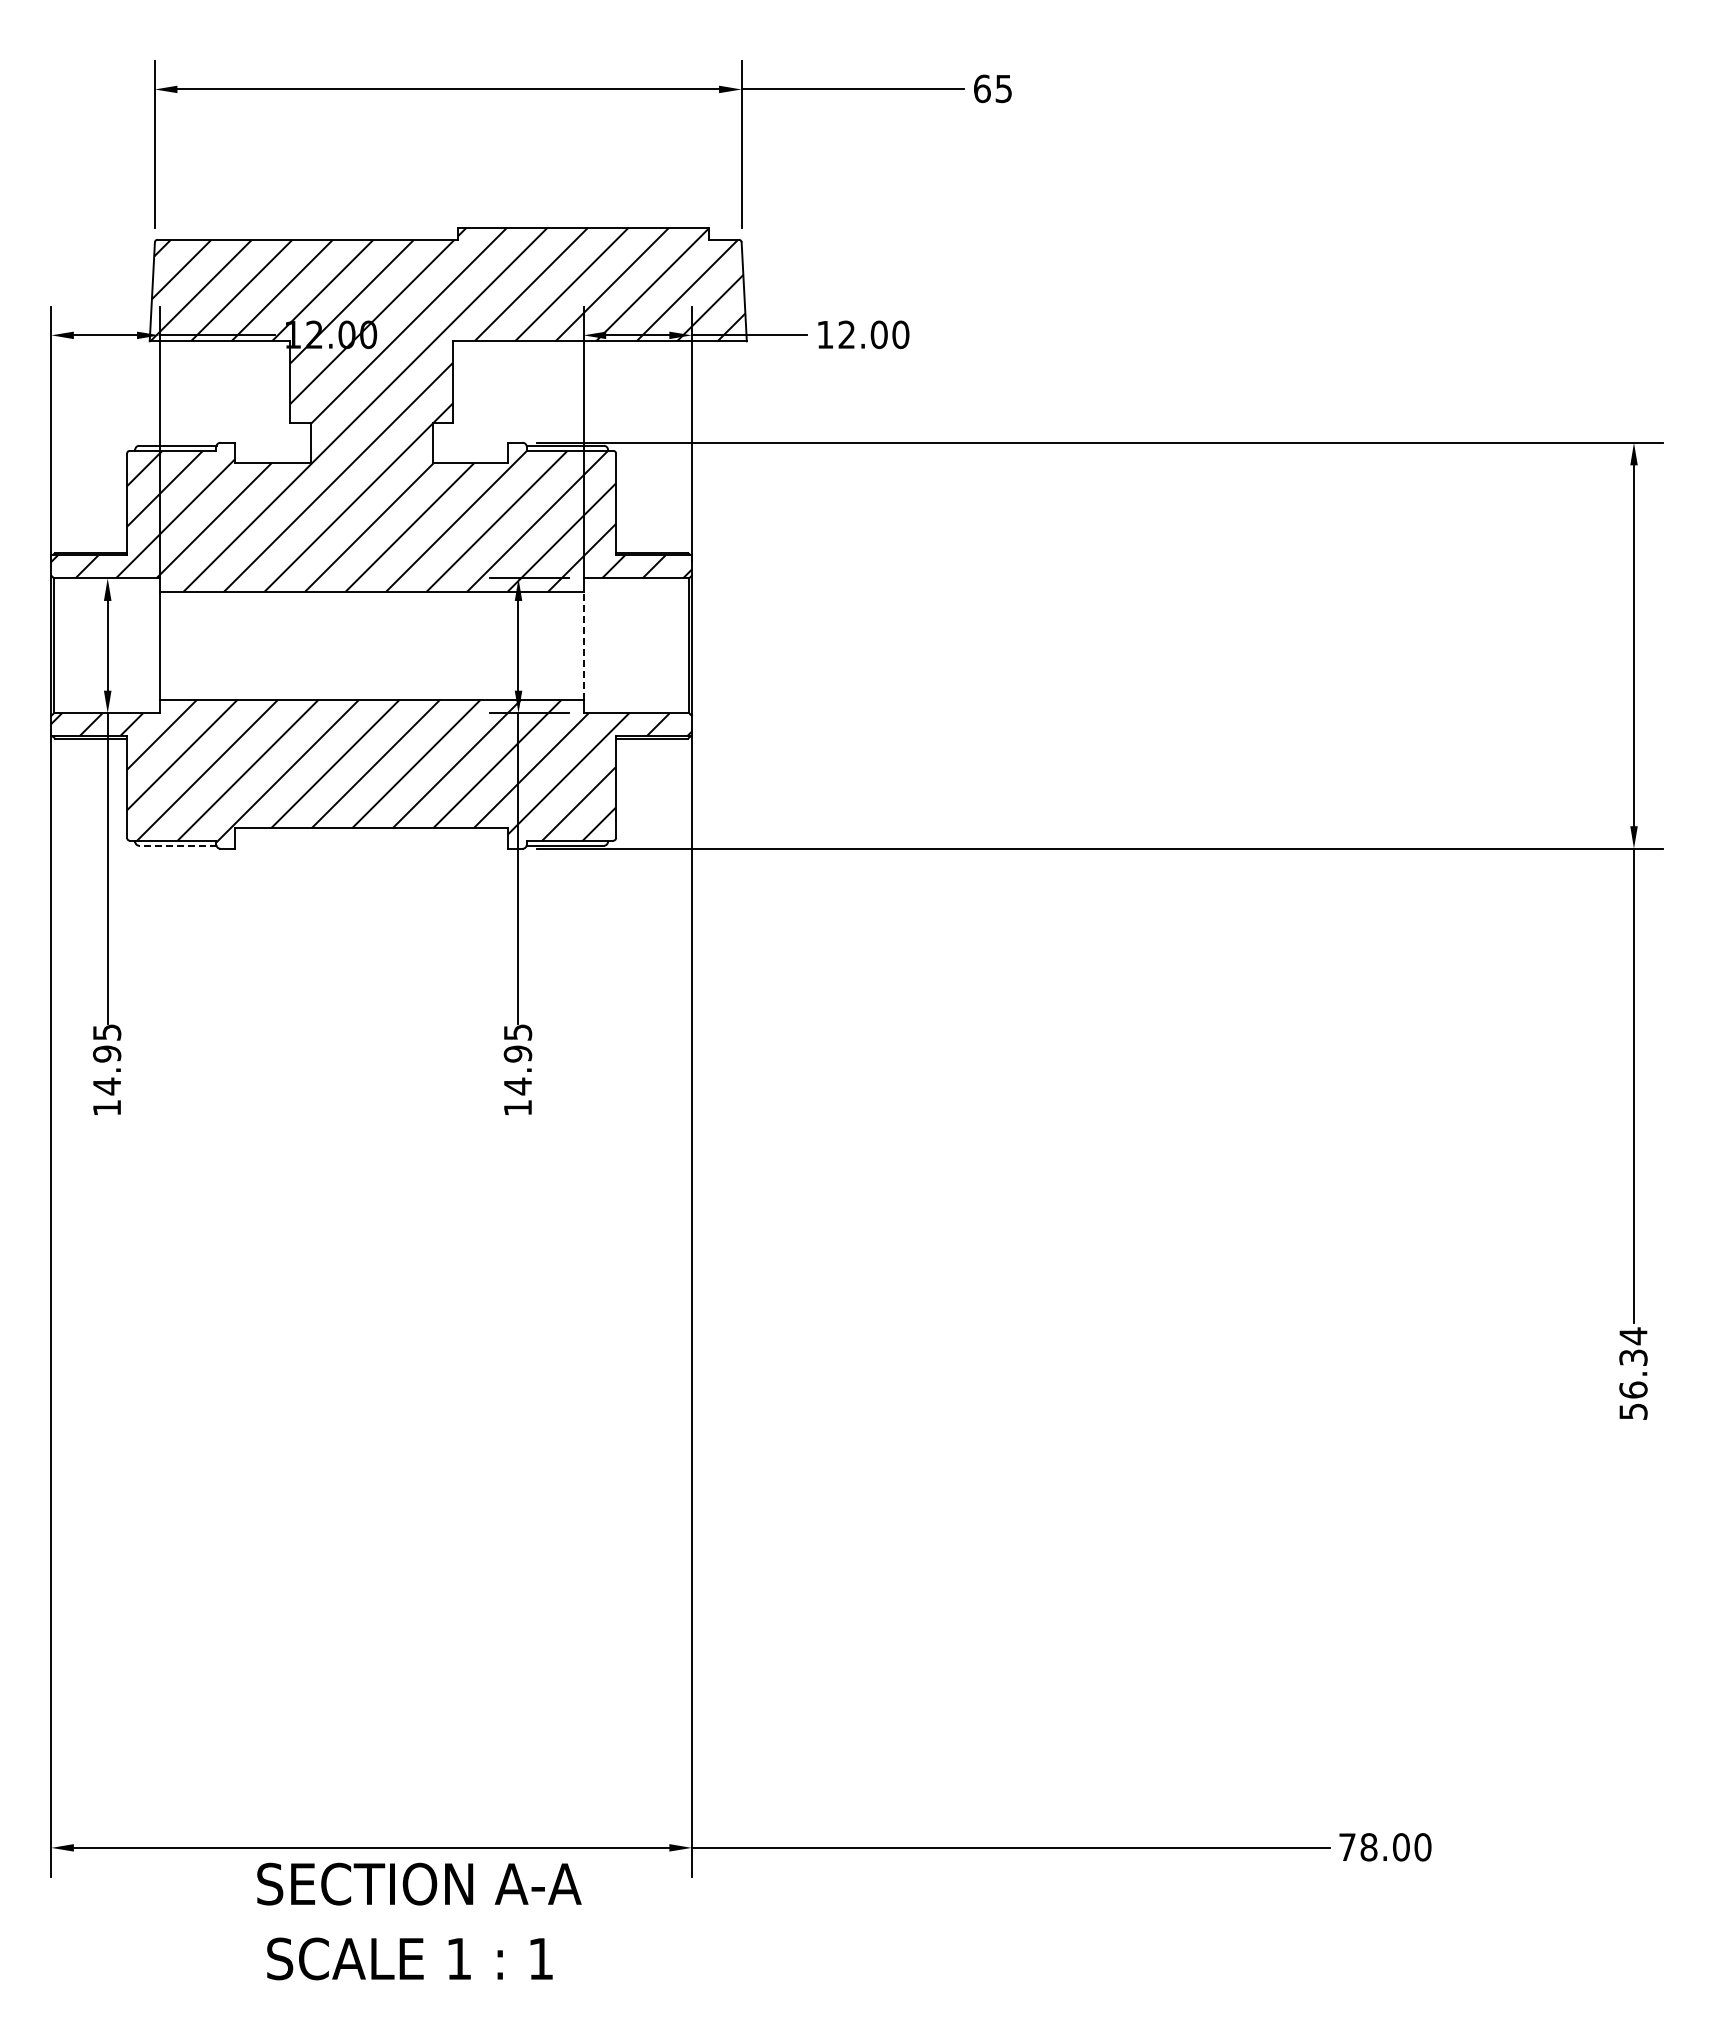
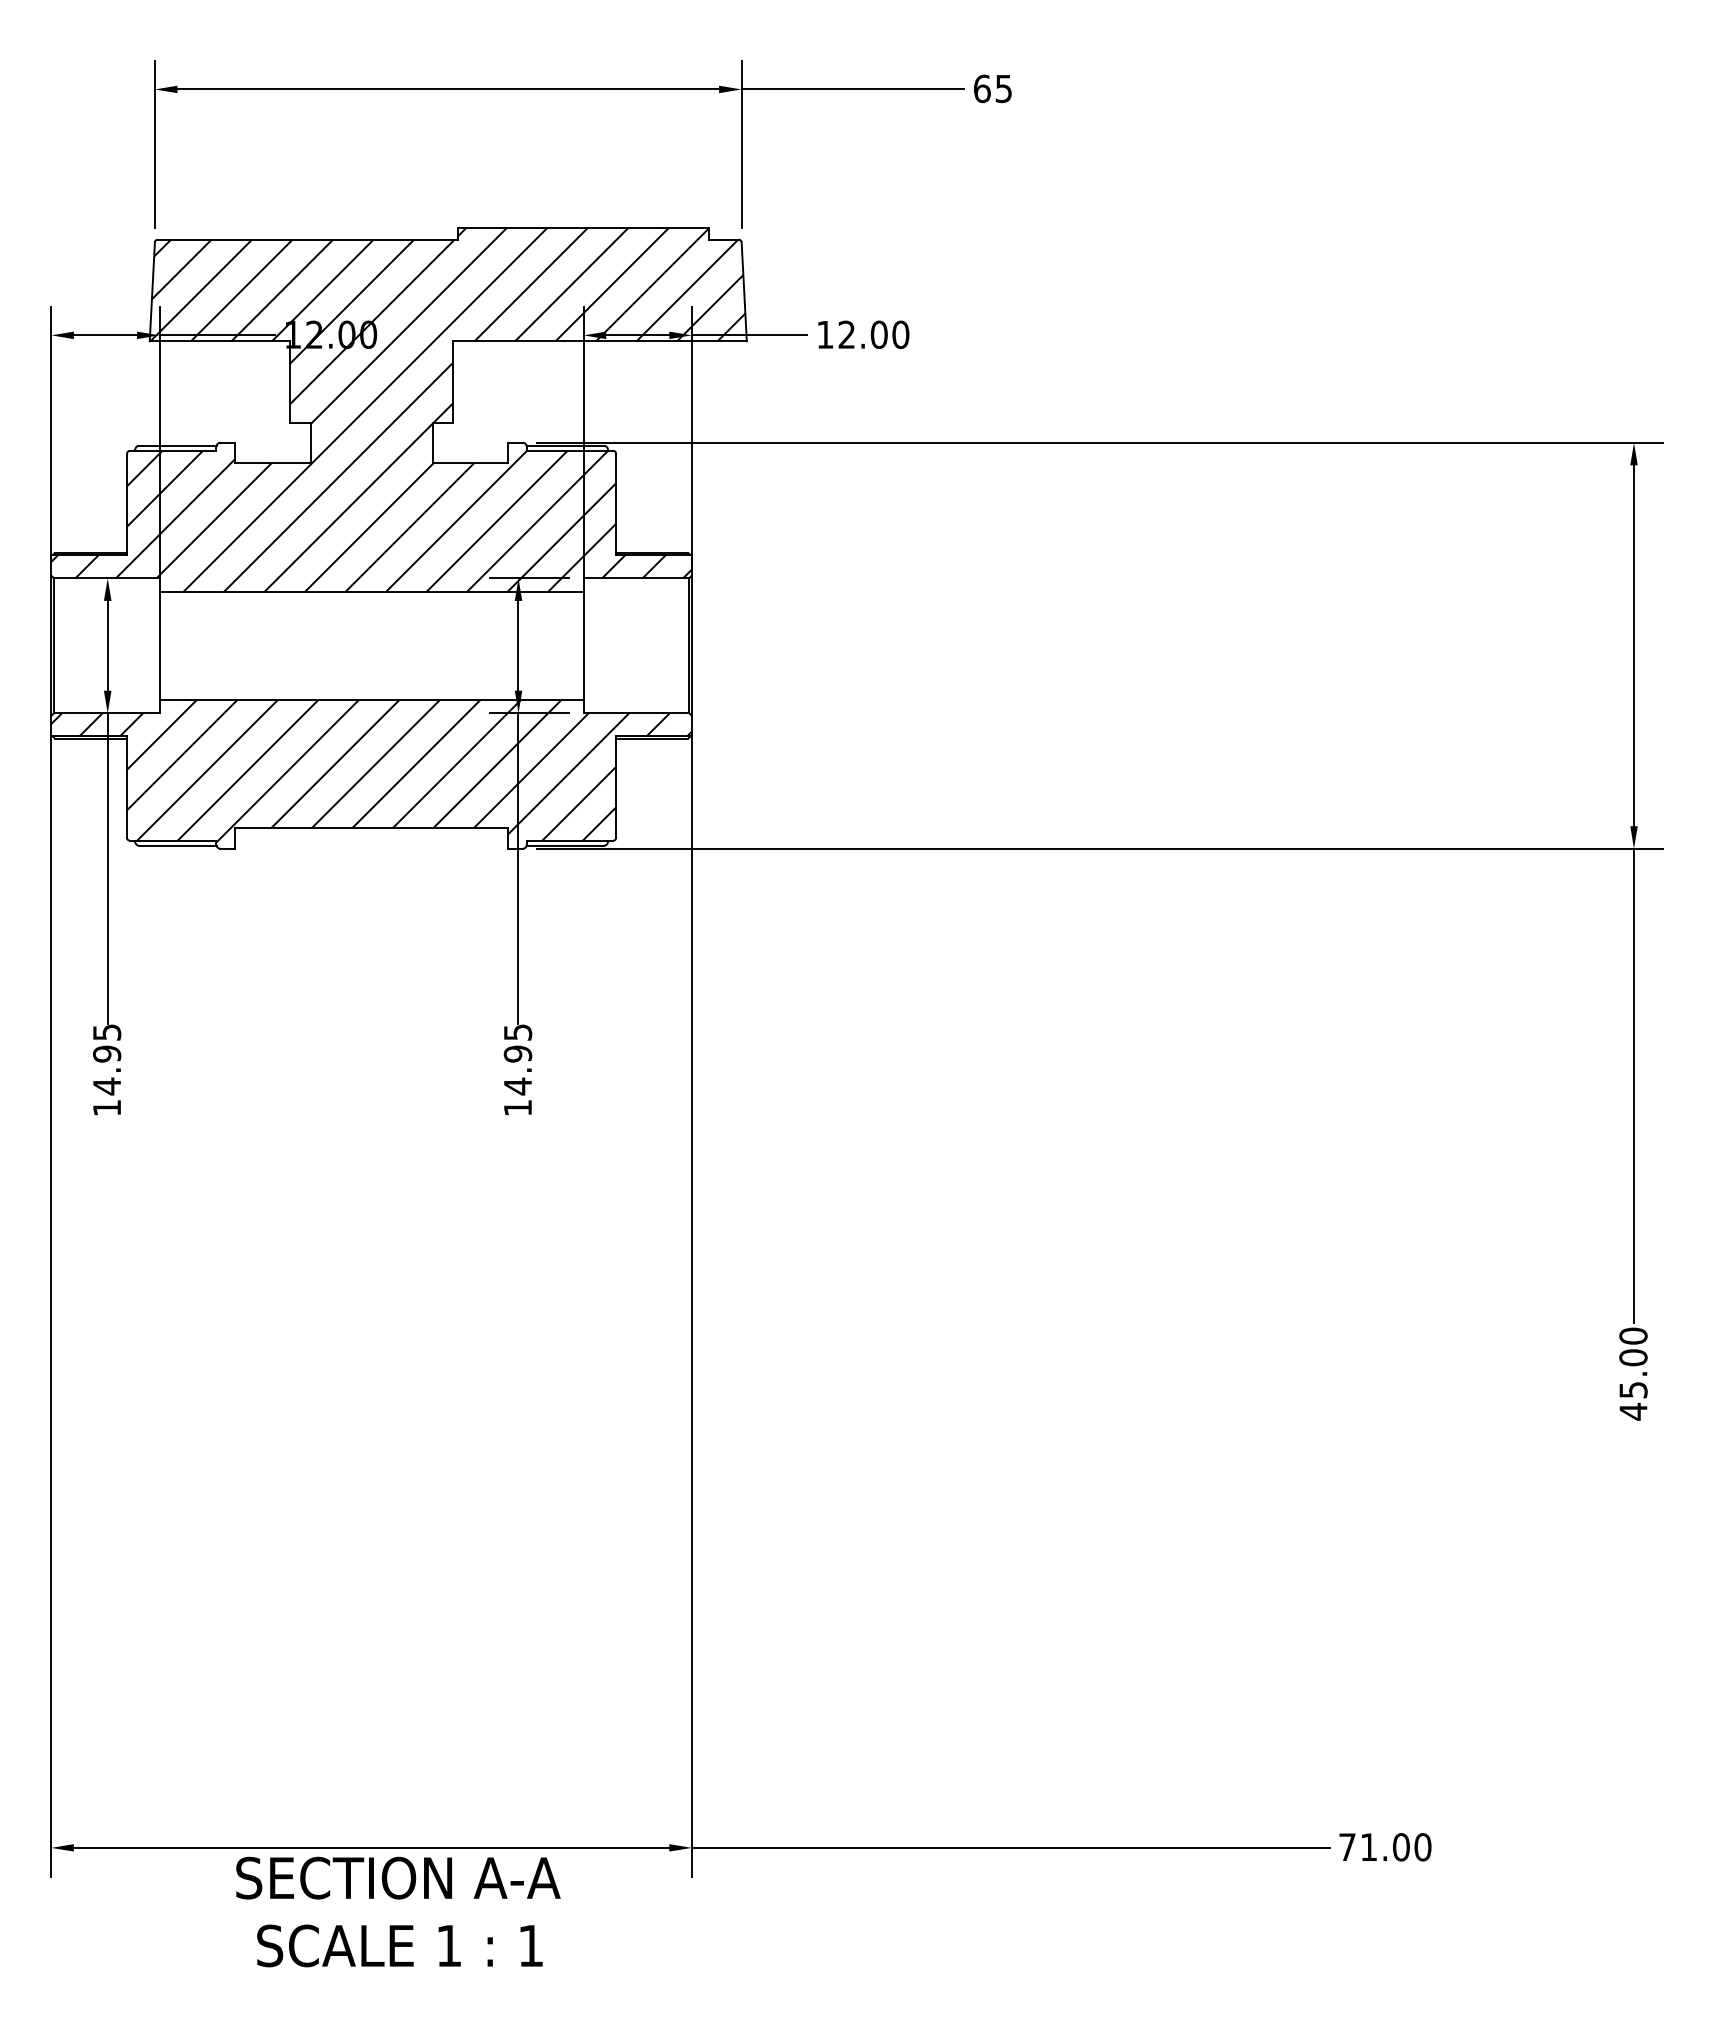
line at (583, 645): dashed -> solid
line at (177, 845): dashed -> solid
text at (1633, 1373): 56.34 -> 45.00
text at (1368, 1847): 78.00 -> 71.00
text at (419, 1883) position: (419, 1883) -> (398, 1877)
text at (409, 1958) position: (409, 1958) -> (399, 1945)
